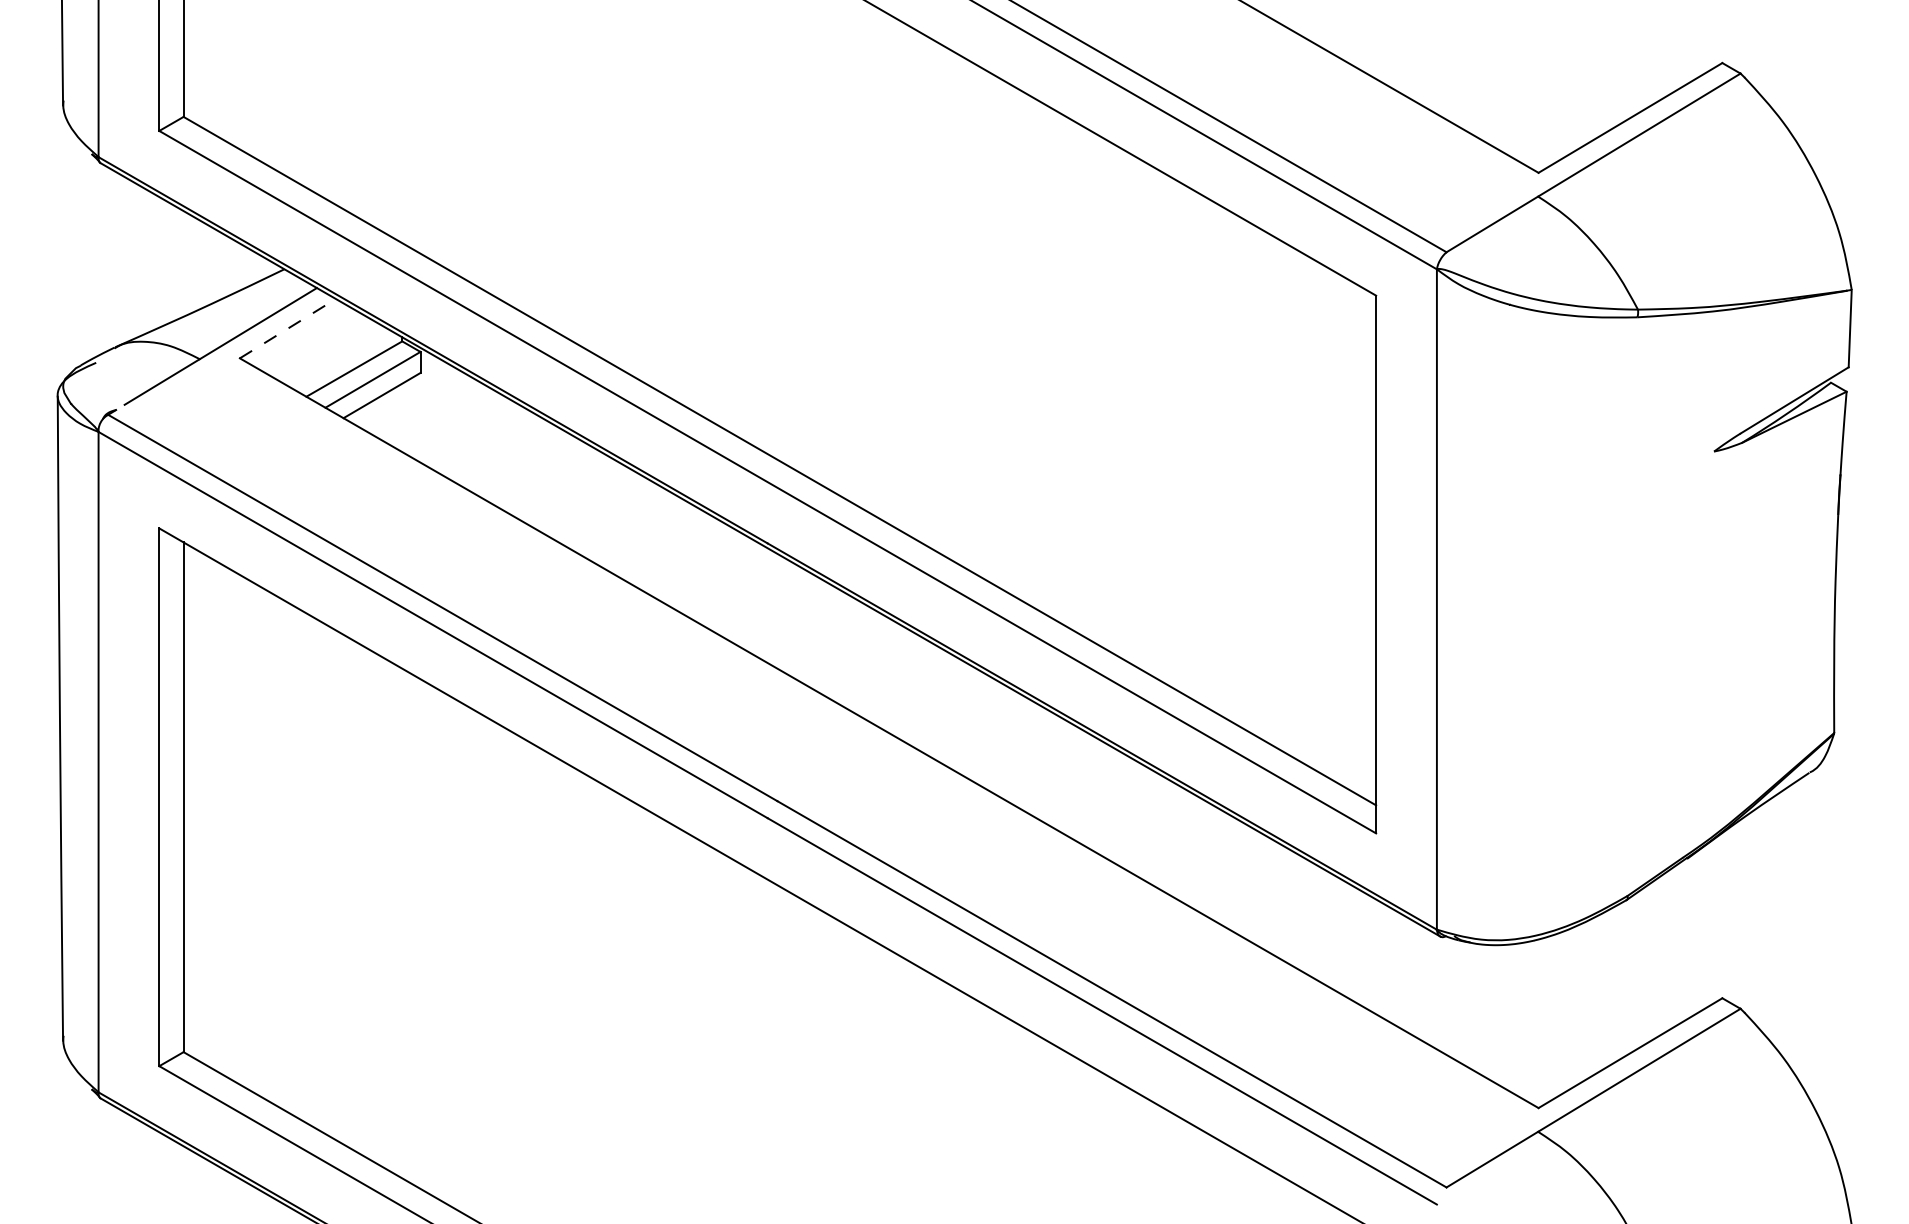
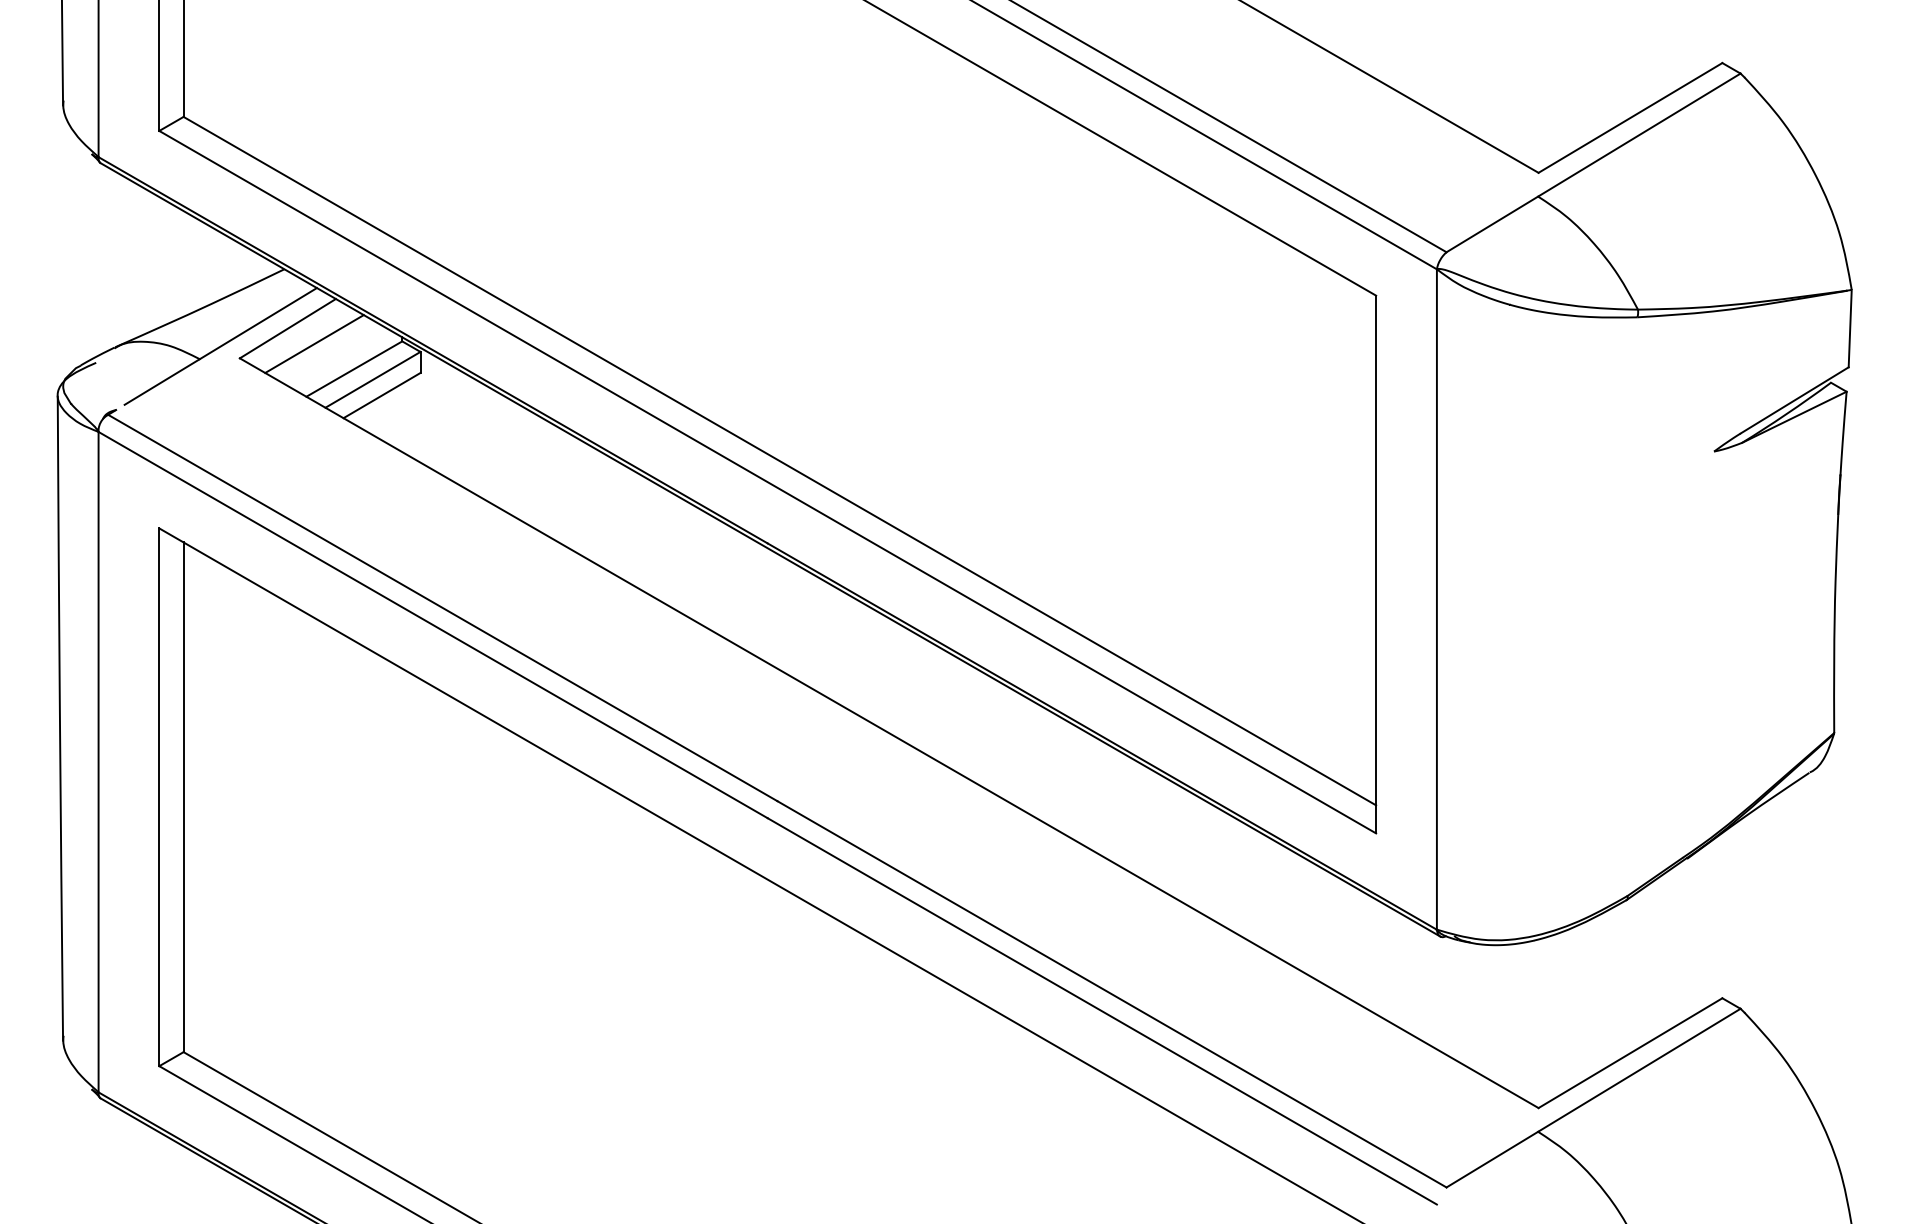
line at (288, 328): dashed -> solid
line at (314, 343): none -> present
